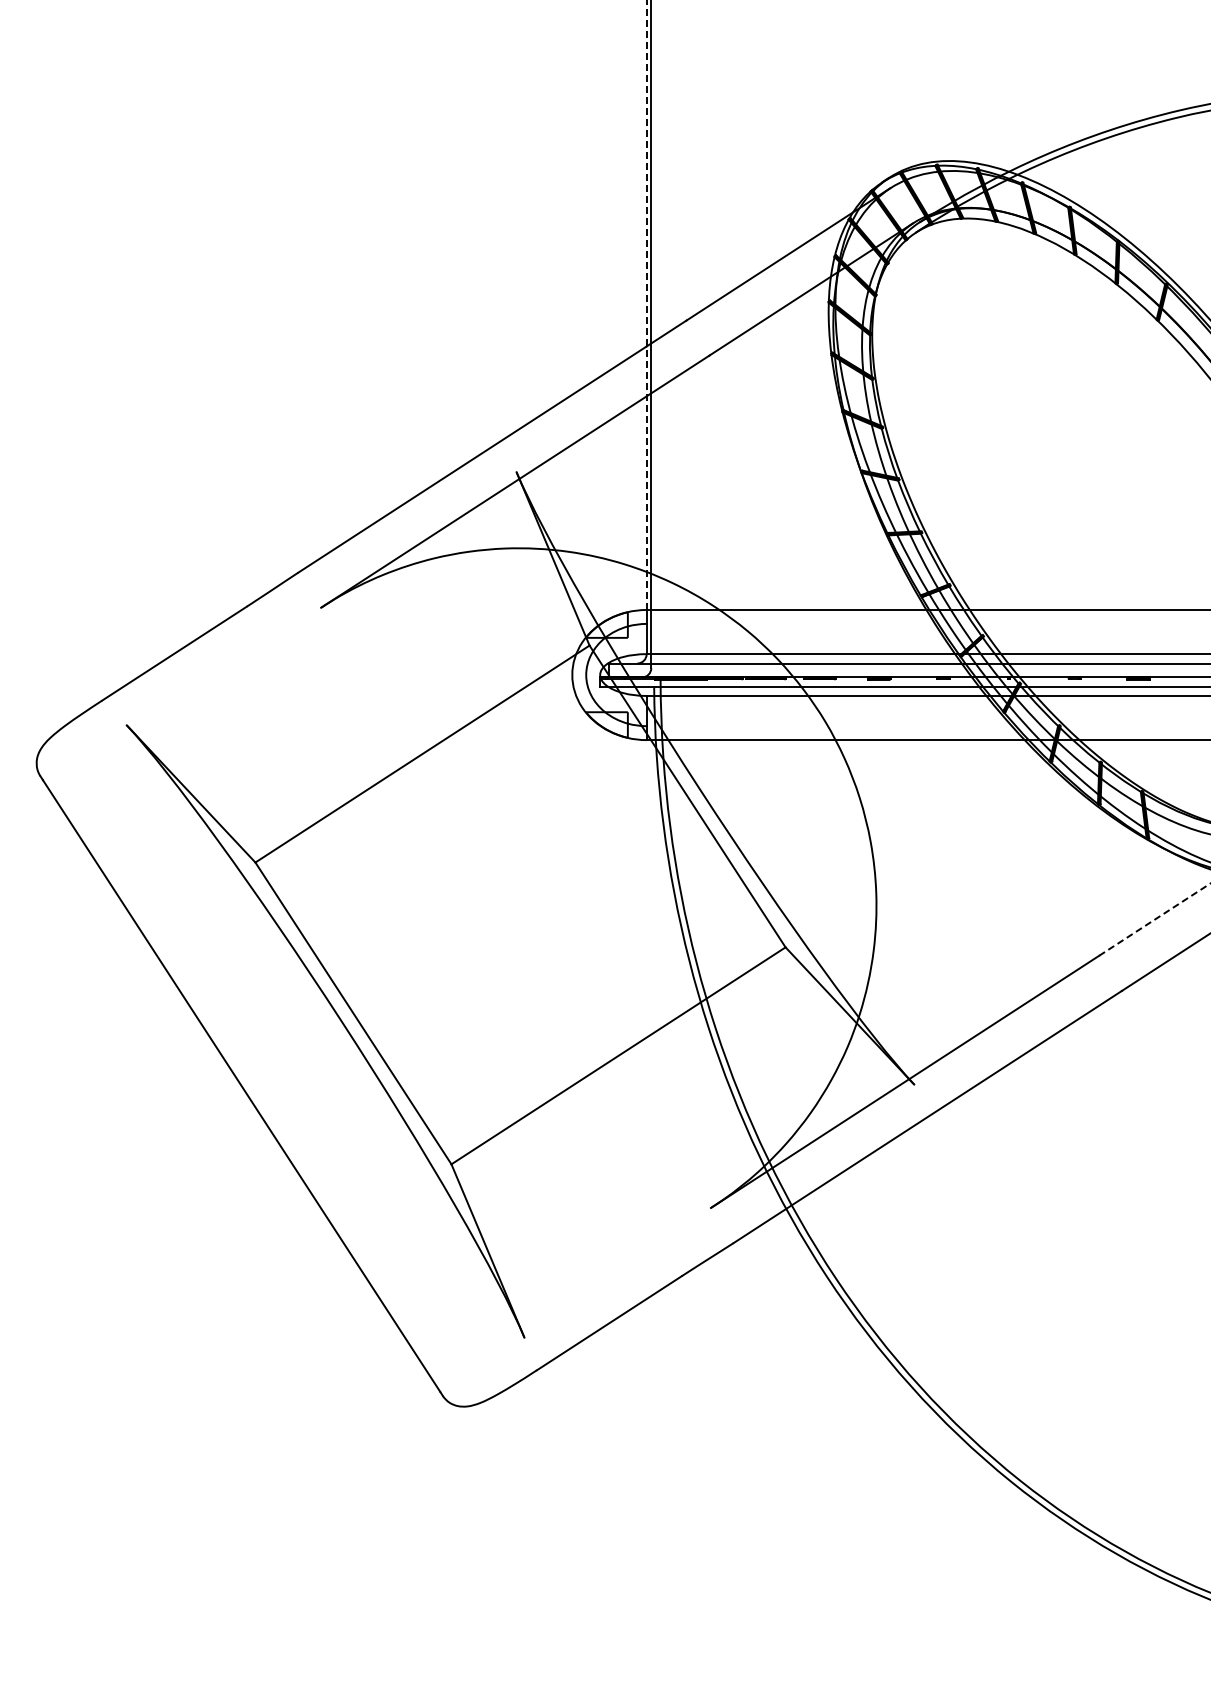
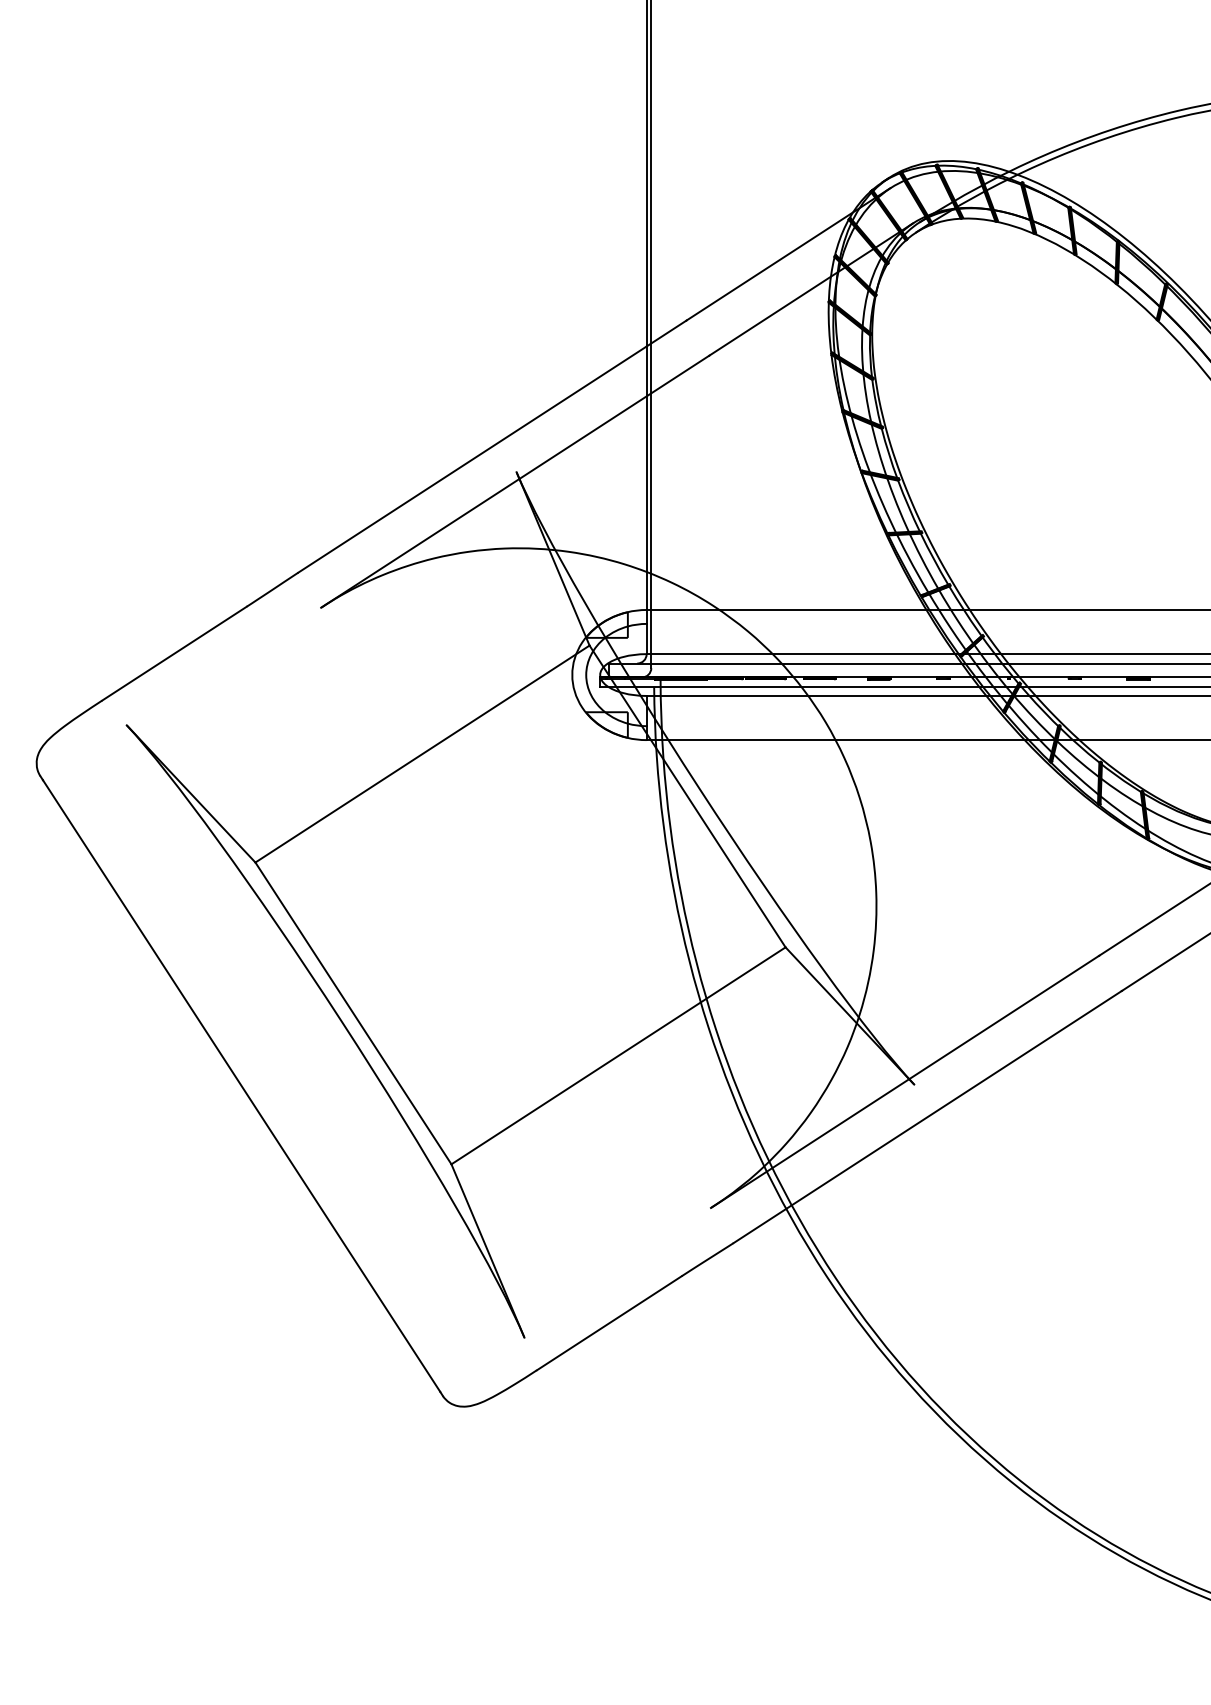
line at (646, 305): dashed -> solid
line at (1155, 919): dashed -> solid
